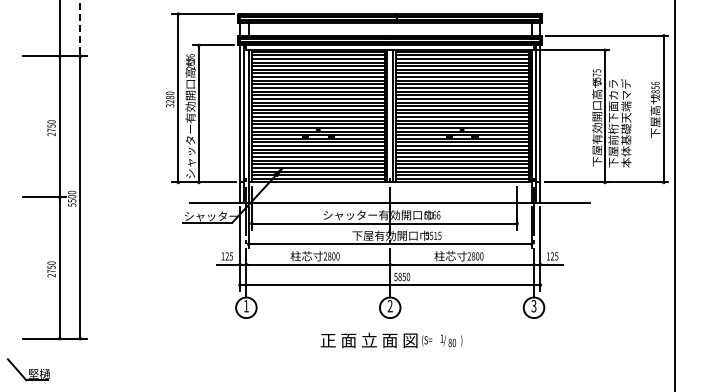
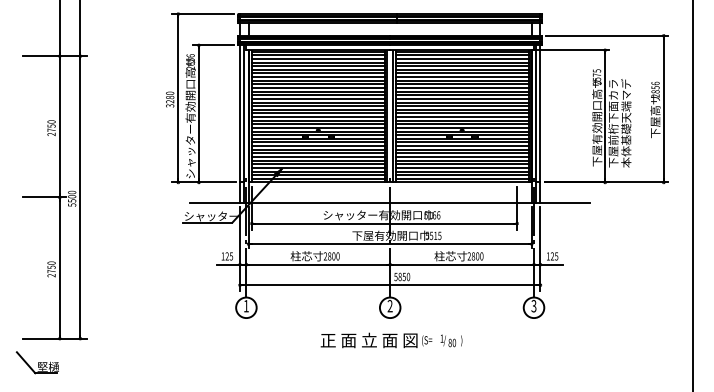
line at (80, 27): dashed -> solid
line at (674, 195) position: (674, 195) -> (692, 195)
part at (27, 369) position: (27, 369) -> (36, 362)
